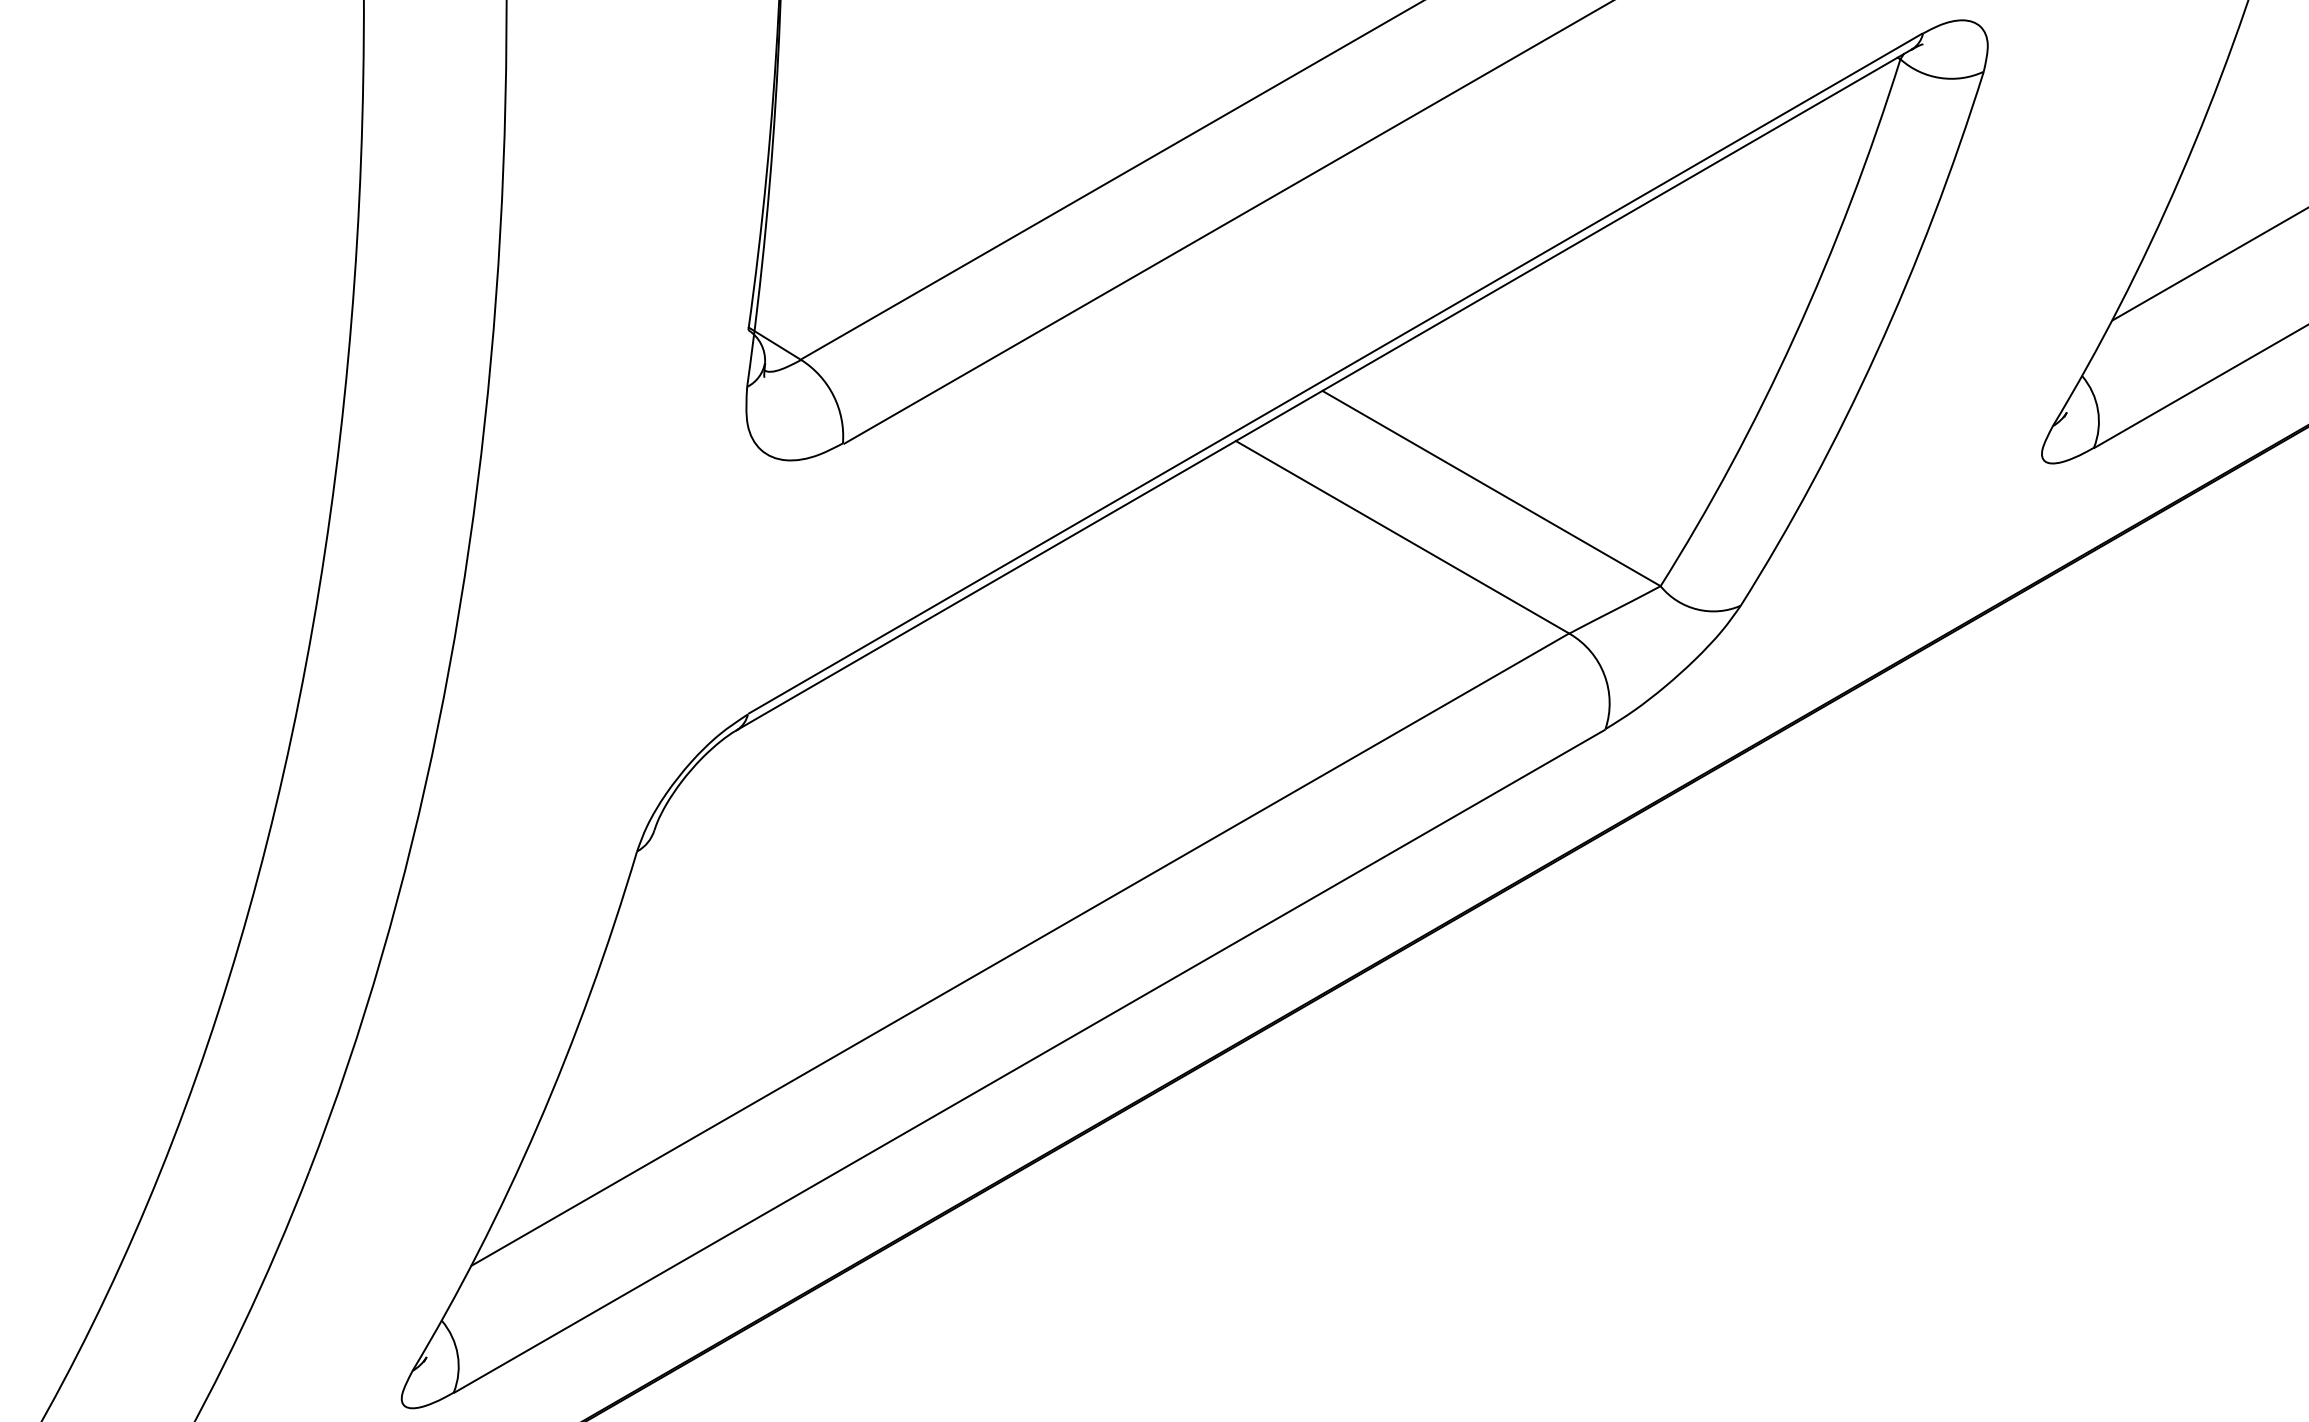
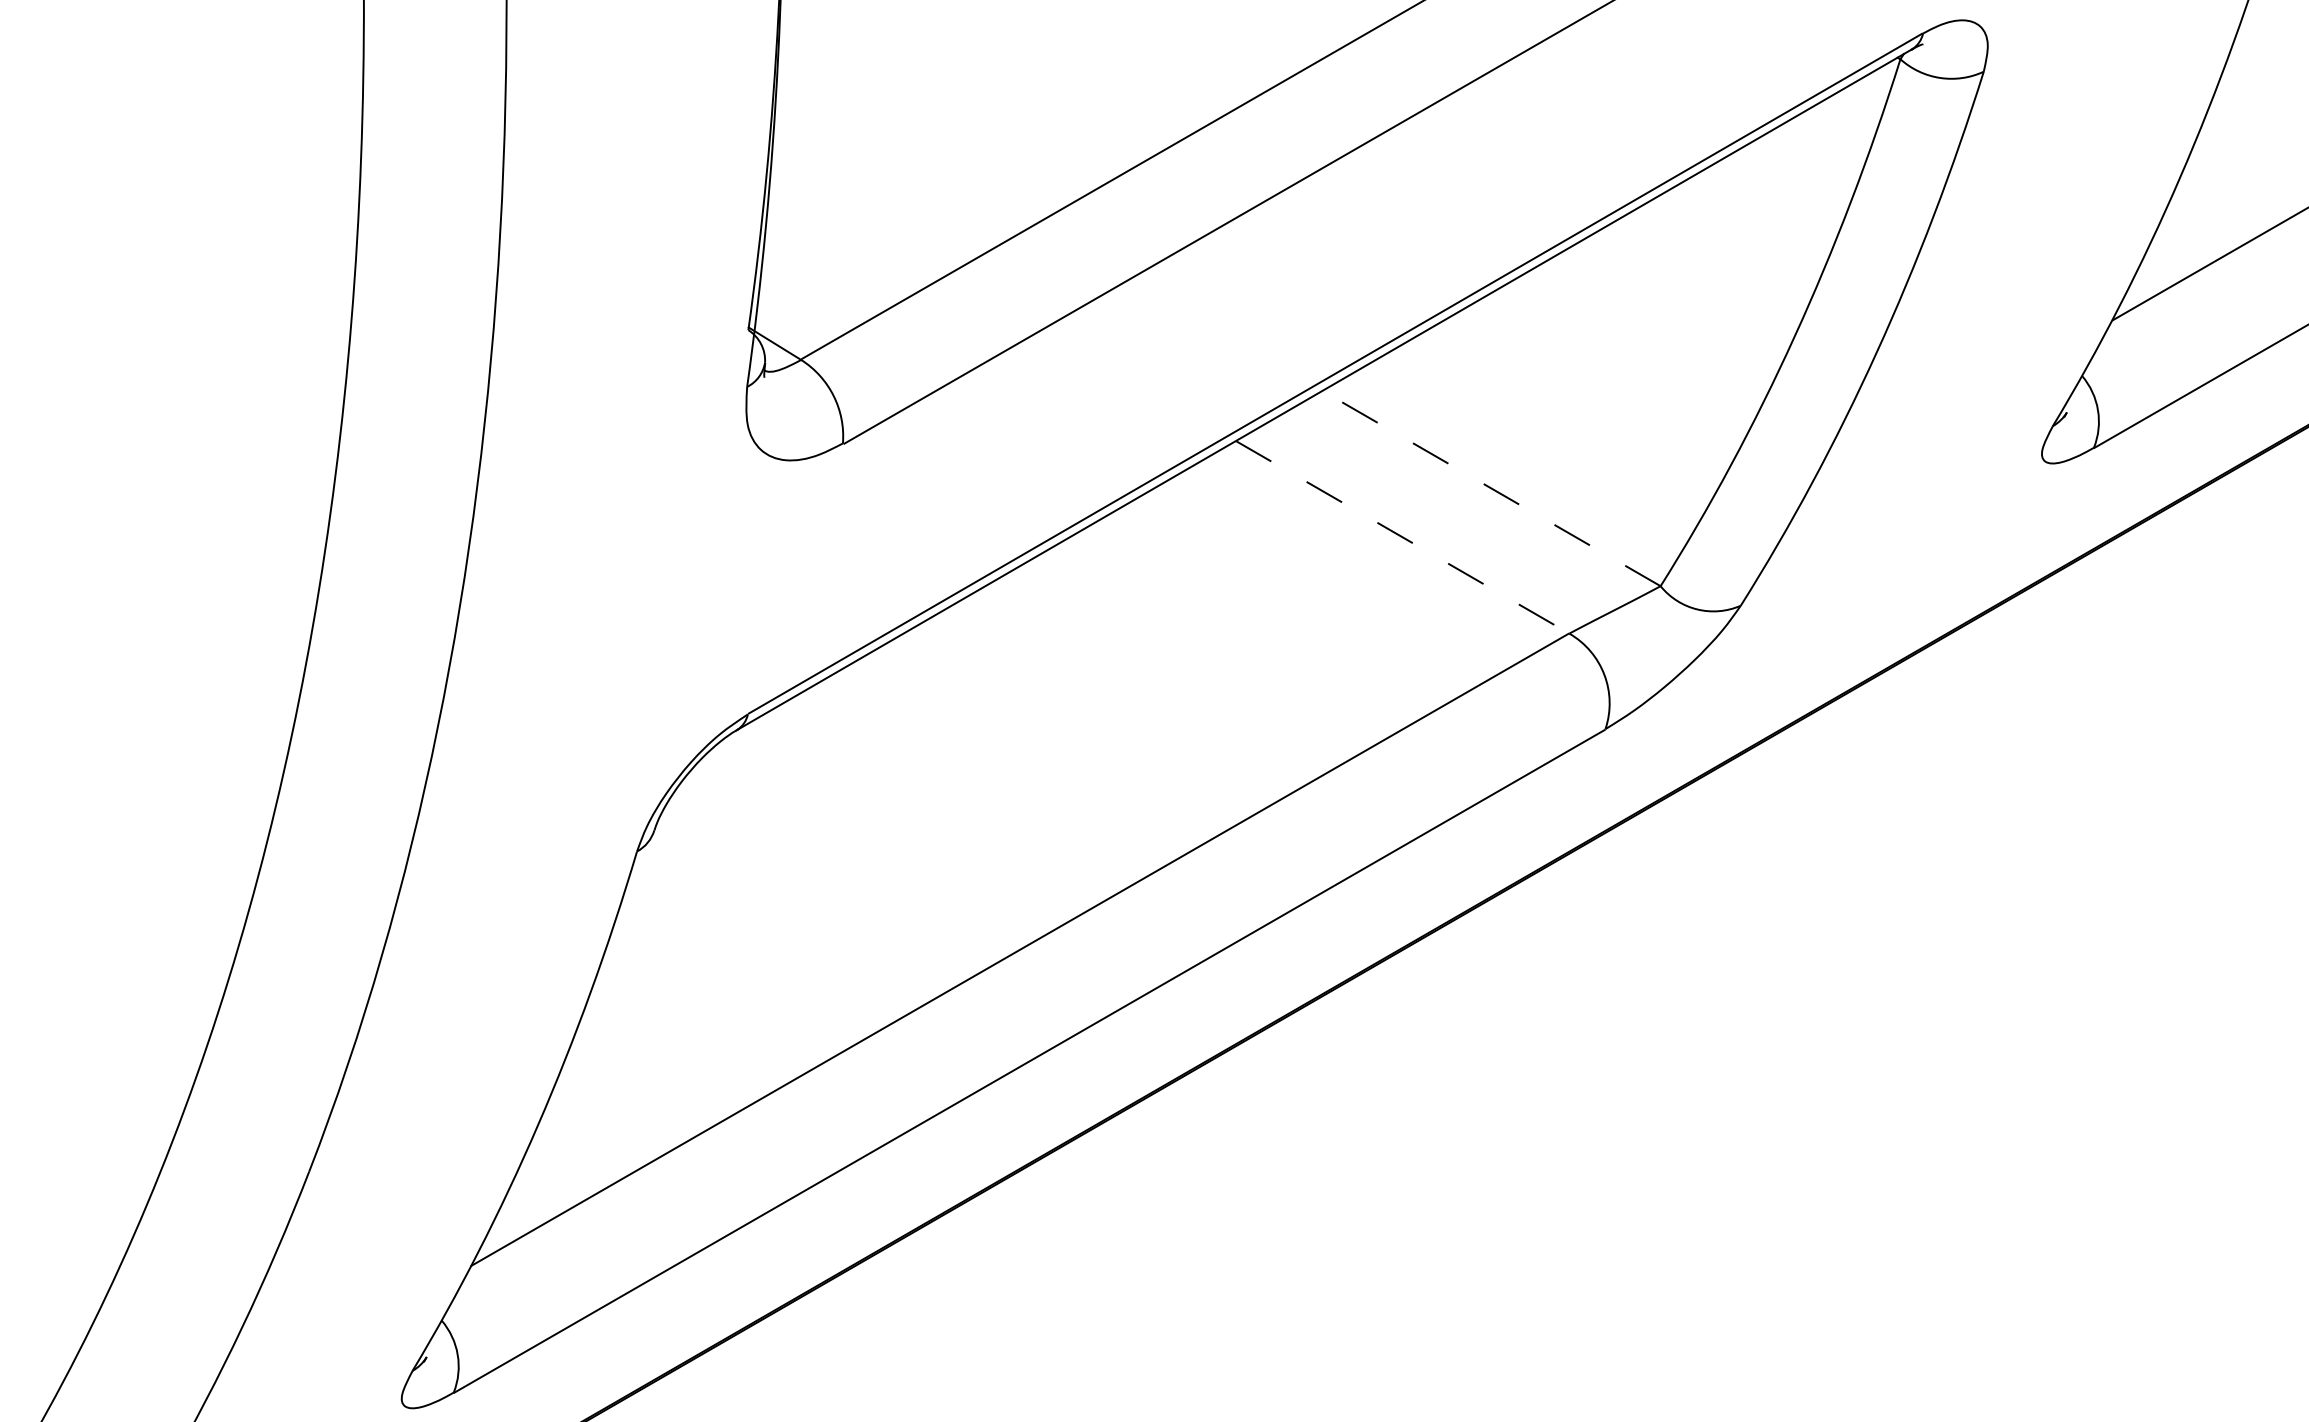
line at (1491, 488): solid -> dashed
line at (1402, 537): solid -> dashed
